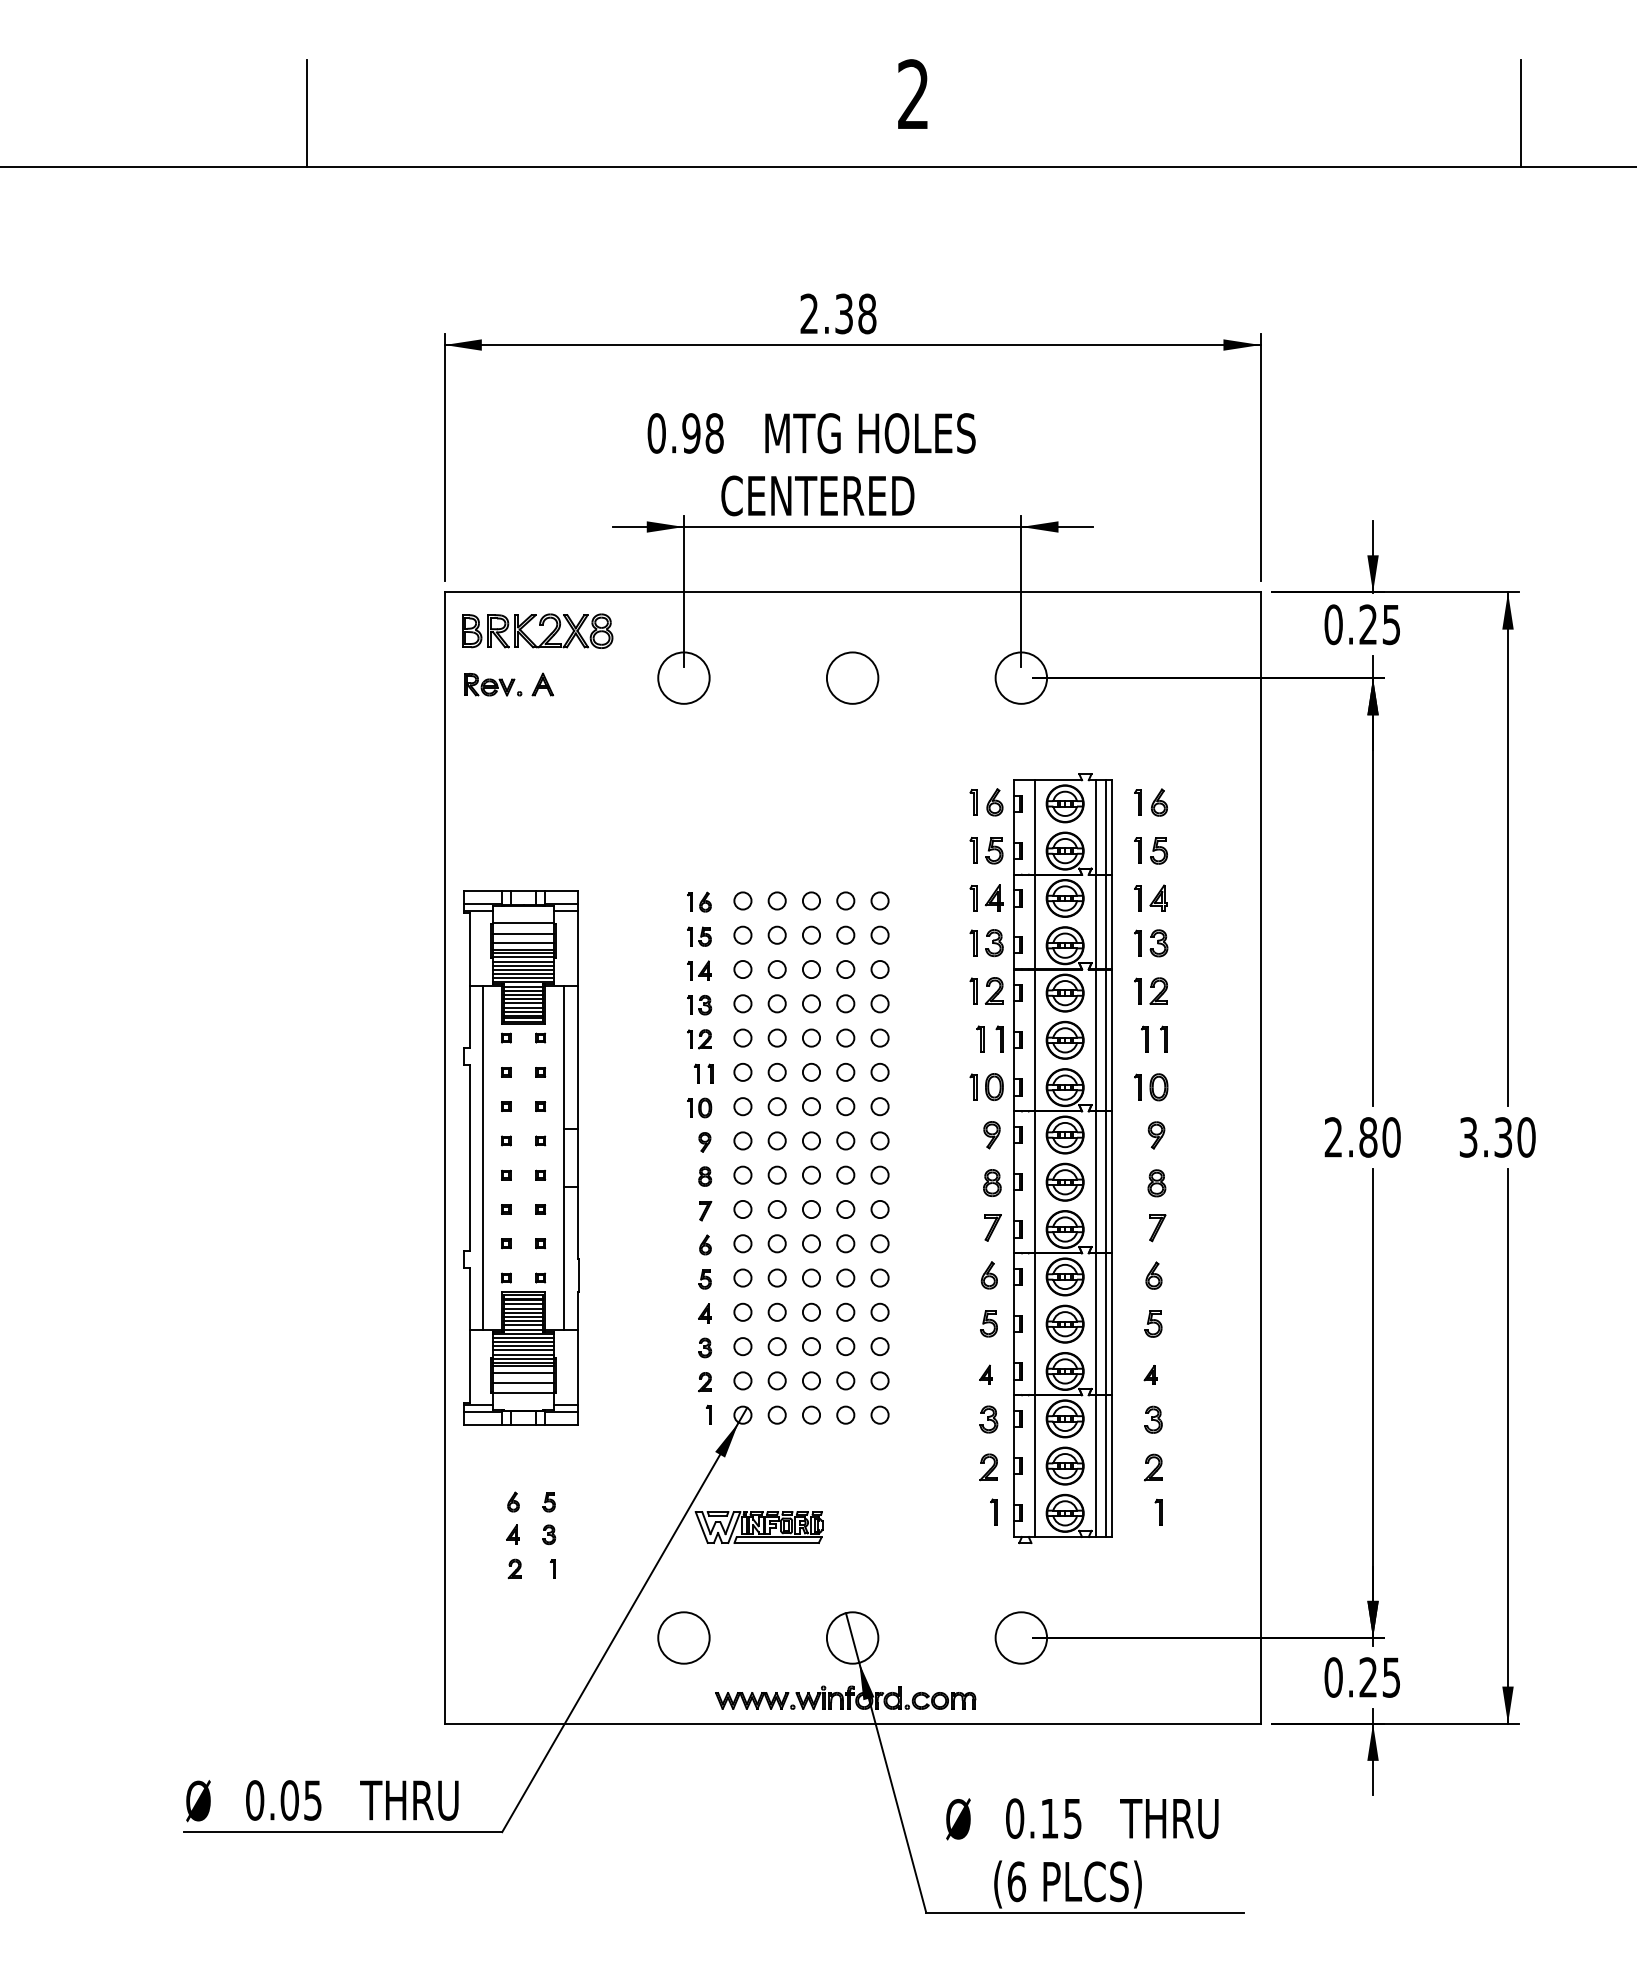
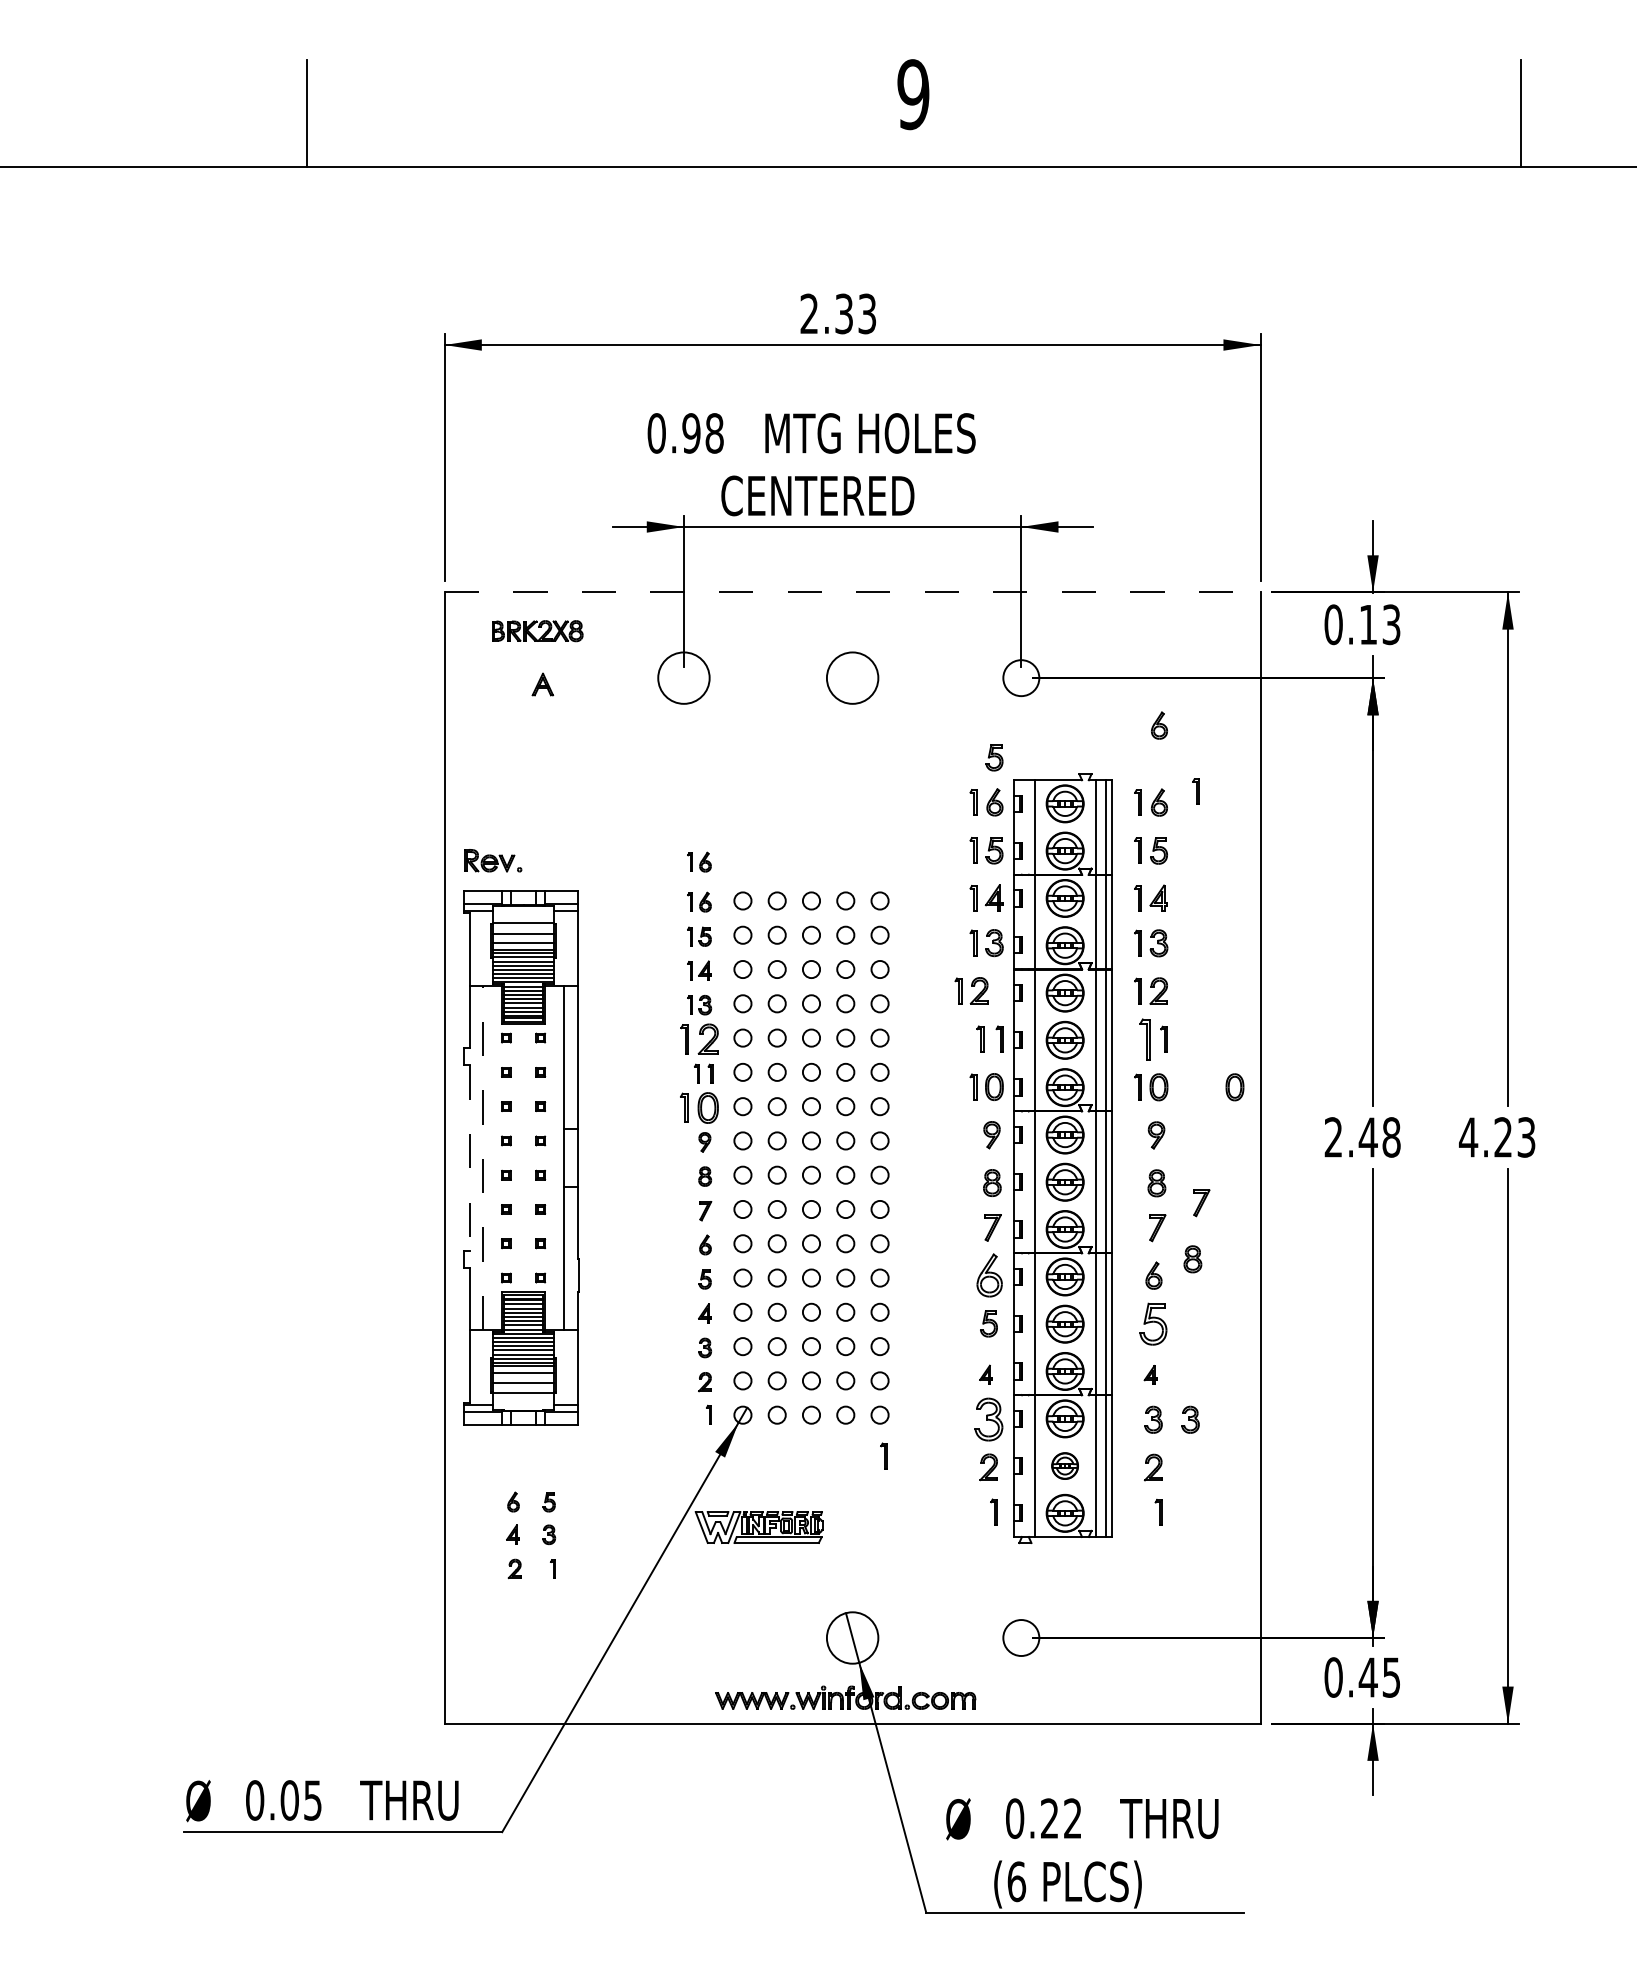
text at (913, 94): 2 -> 9
text at (867, 313): 2.38 -> 2.33
line at (852, 592): solid -> dashed
text at (1379, 624): 0.25 -> 0.13
part at (537, 630) size: 152x36 px -> 92x23 px
circle at (1021, 677) diameter: 51 px -> 36 px
part at (493, 684) position: (493, 684) -> (493, 860)
part at (1159, 725): none -> present
part at (994, 757): none -> present
part at (1195, 791): none -> present
part at (699, 861): none -> present
part at (986, 990) position: (986, 990) -> (971, 990)
part at (1144, 1038) size: 9x28 px -> 12x43 px
part at (699, 1039) size: 25x21 px -> 39x32 px
part at (1234, 1087): none -> present
part at (699, 1107) size: 26x22 px -> 39x32 px
text at (1379, 1137): 2.80 -> 2.48
text at (1496, 1137): 3.30 -> 4.23
line at (483, 1157): solid -> dashed
line at (469, 1158): solid -> dashed
part at (1201, 1203): none -> present
part at (1192, 1259): none -> present
part at (988, 1275) size: 18x29 px -> 27x45 px
part at (1153, 1323) size: 19x28 px -> 29x44 px
part at (988, 1419) size: 20x29 px -> 30x45 px
part at (1190, 1419): none -> present
part at (883, 1455): none -> present
part at (1064, 1465) size: 40x40 px -> 28x28 px
circle at (683, 1637): present -> none
circle at (1021, 1637) diameter: 51 px -> 36 px
text at (1367, 1677): 0.25 -> 0.45
text at (1061, 1818): 0.15 -> 0.22
